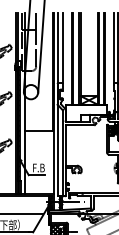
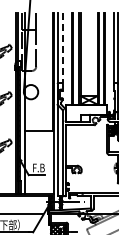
line at (41, 47): present -> none
line at (62, 48): solid -> dashed
